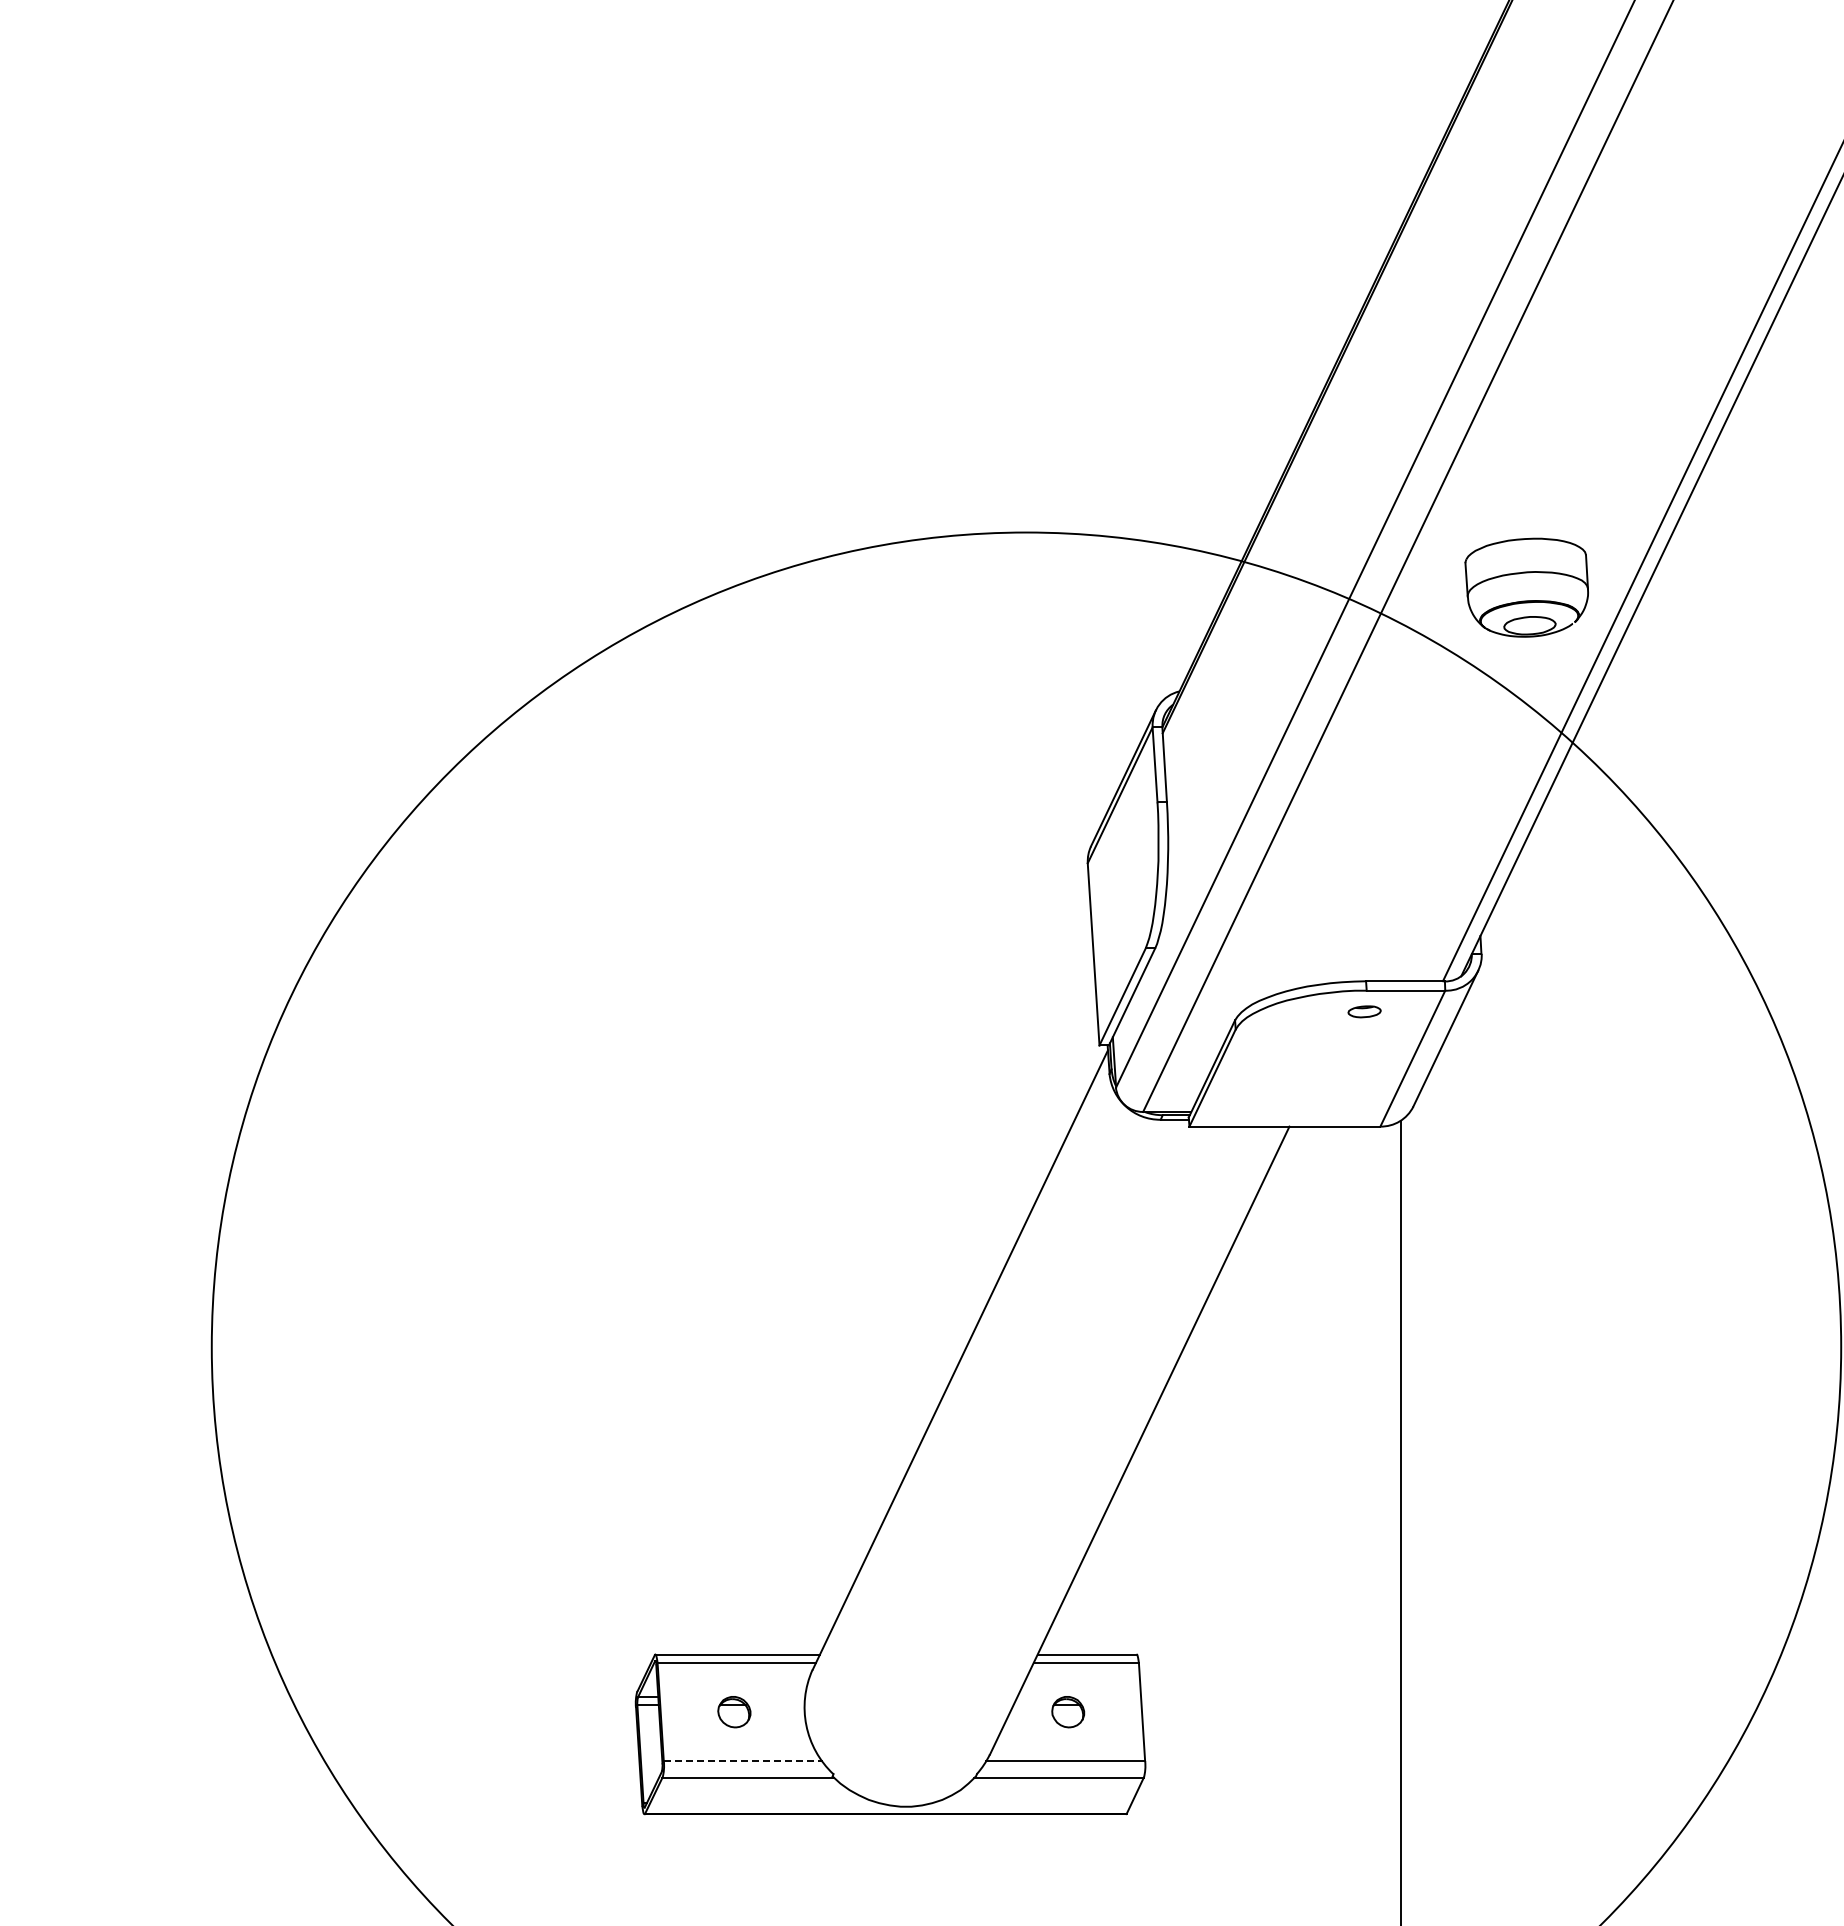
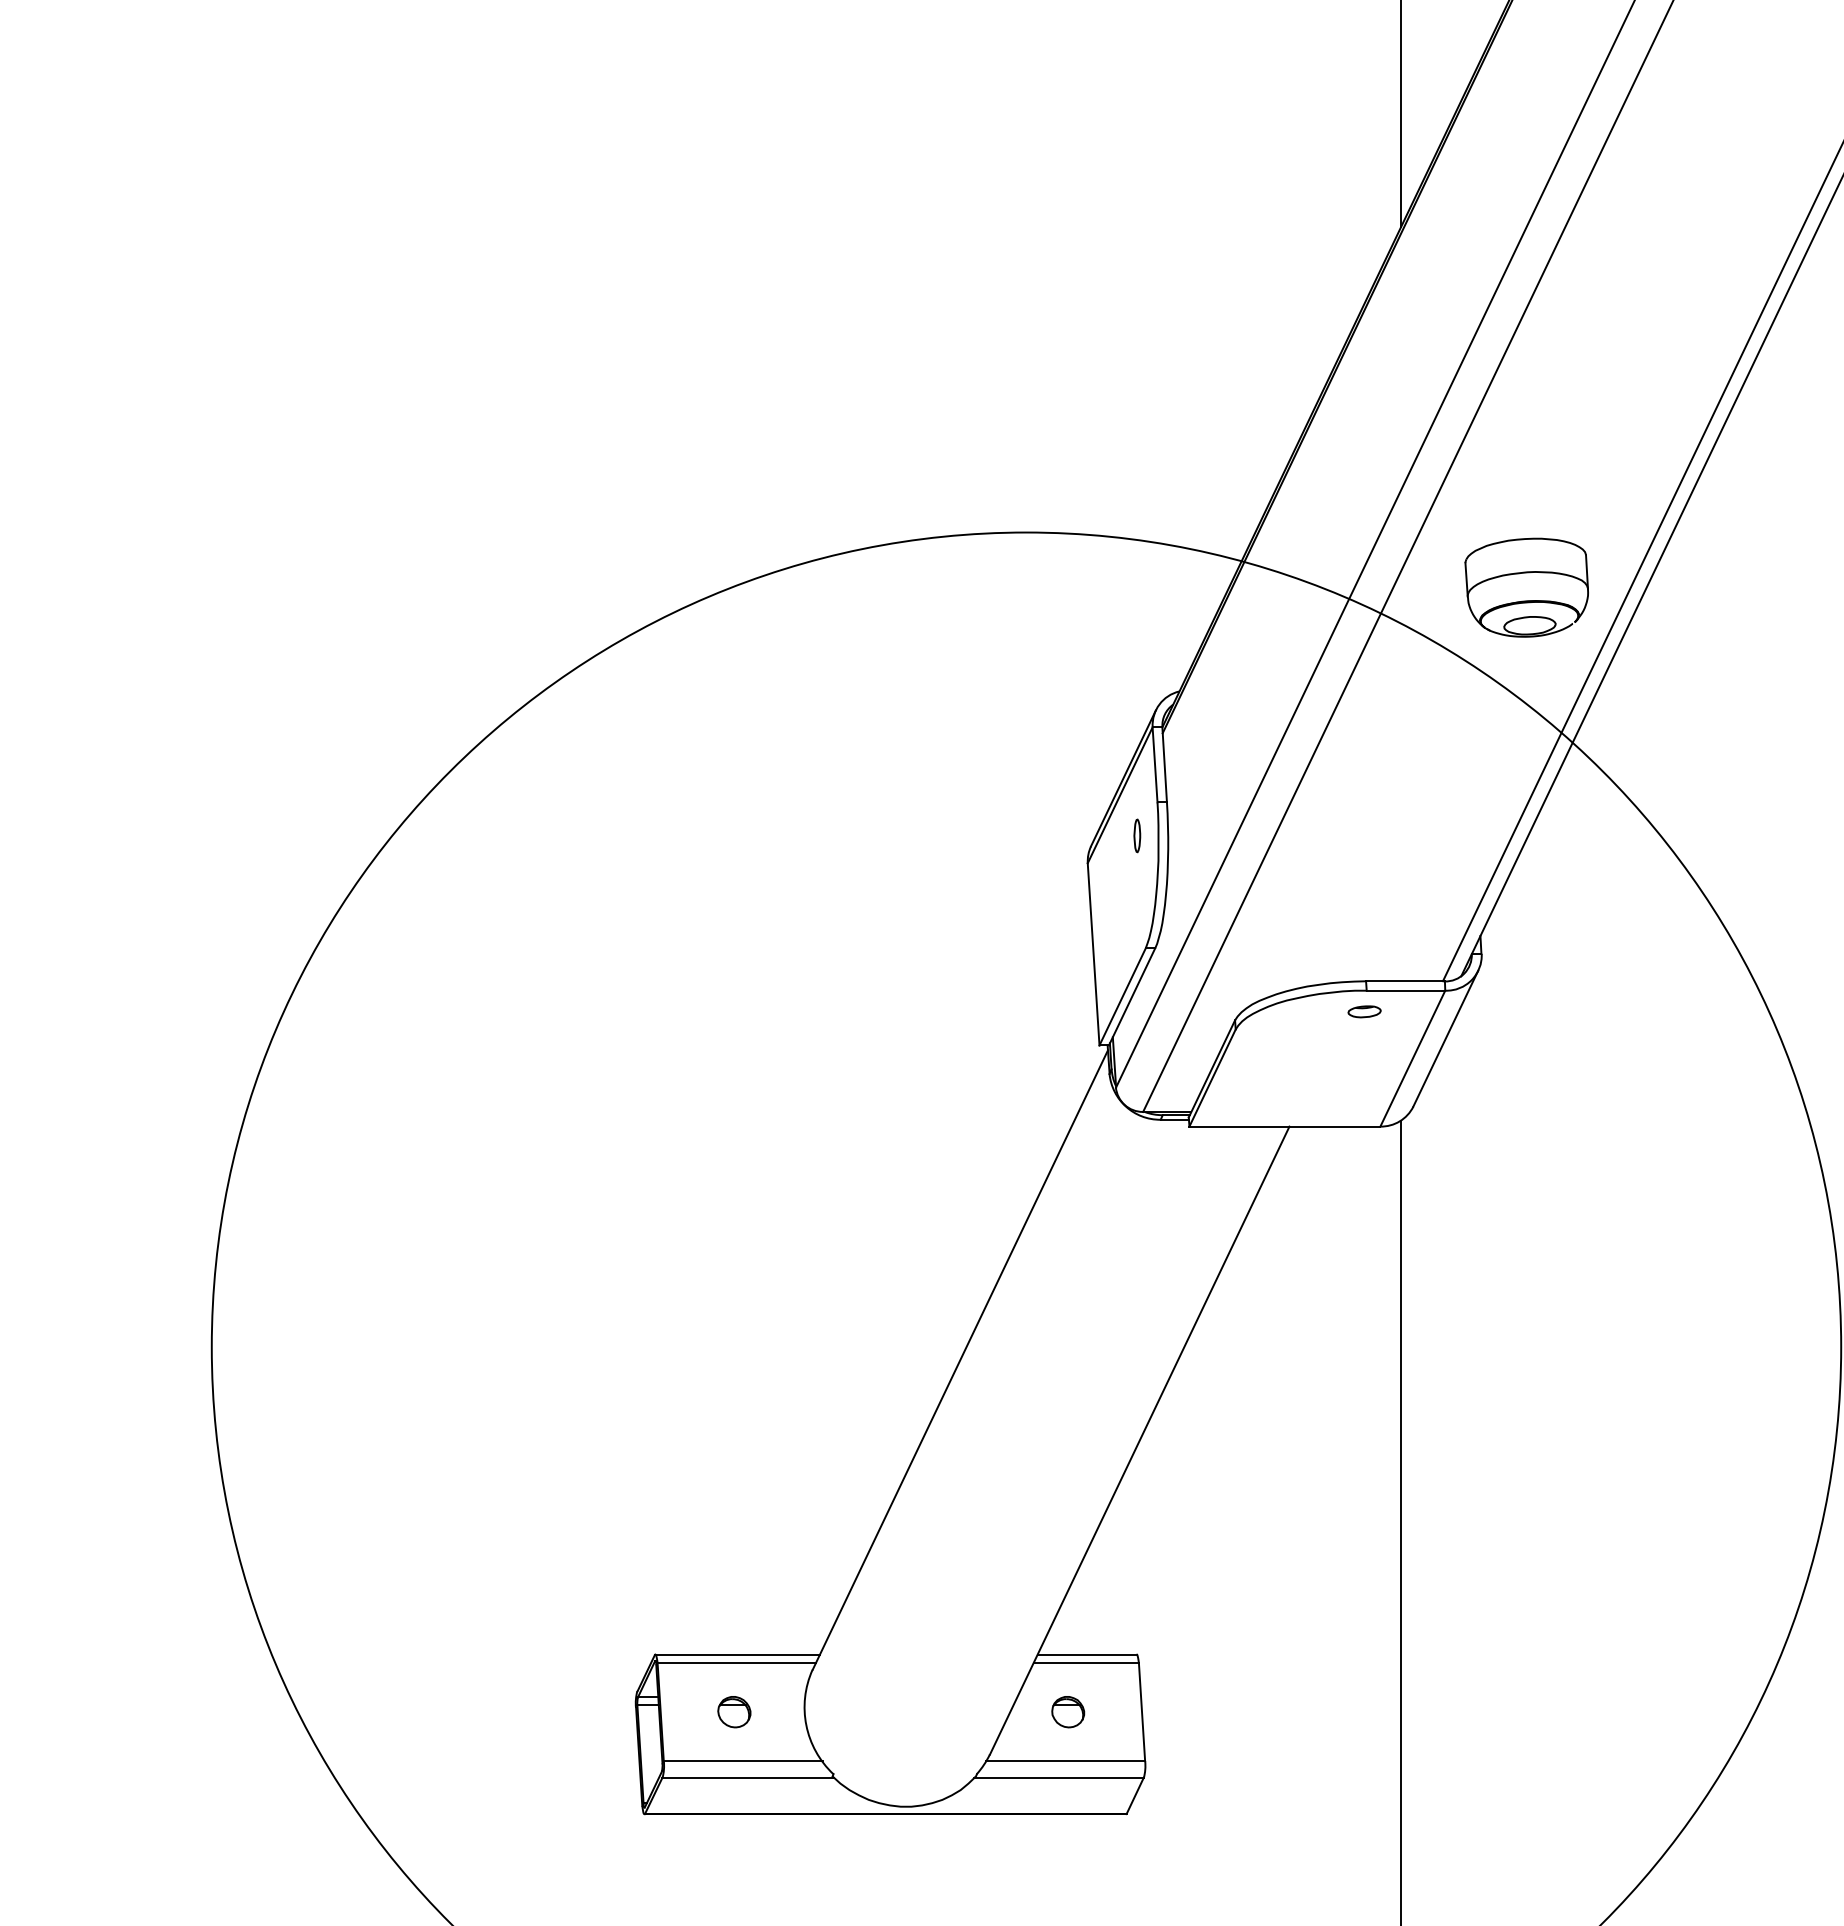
line at (1401, 114): none -> present
part at (1137, 835): none -> present
line at (743, 1761): dashed -> solid
